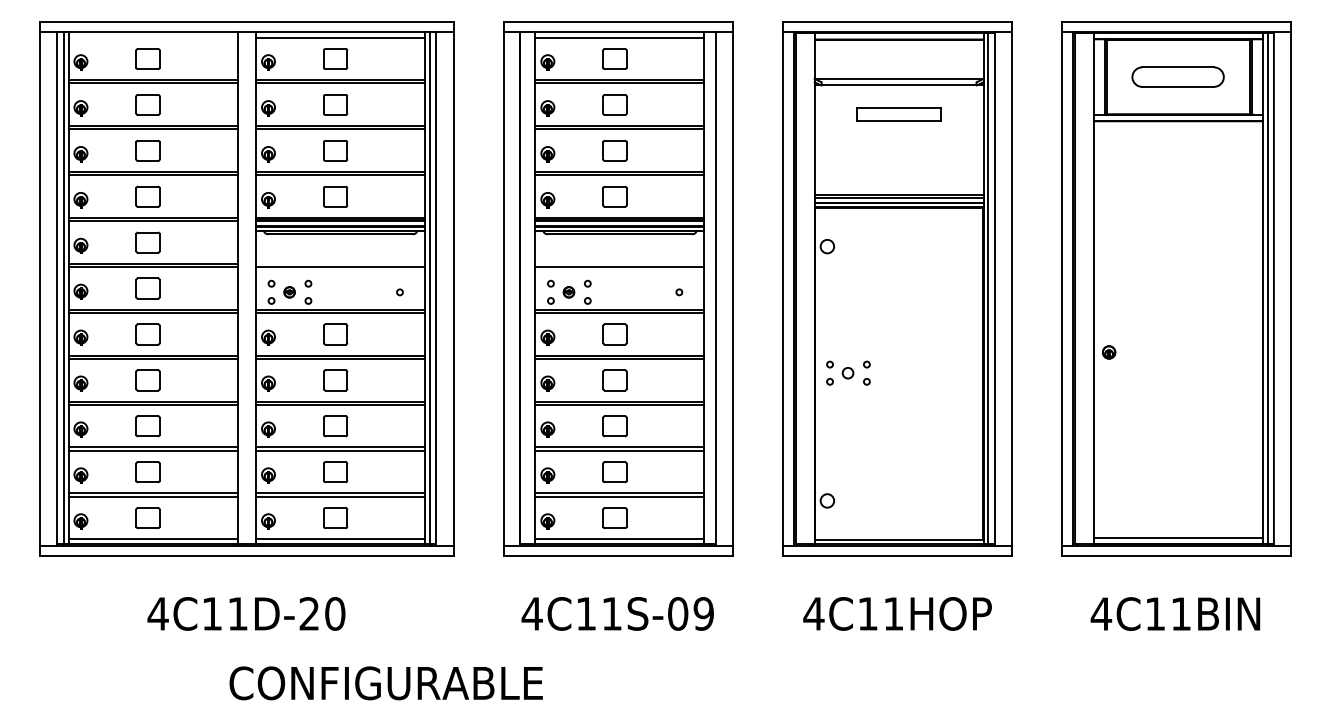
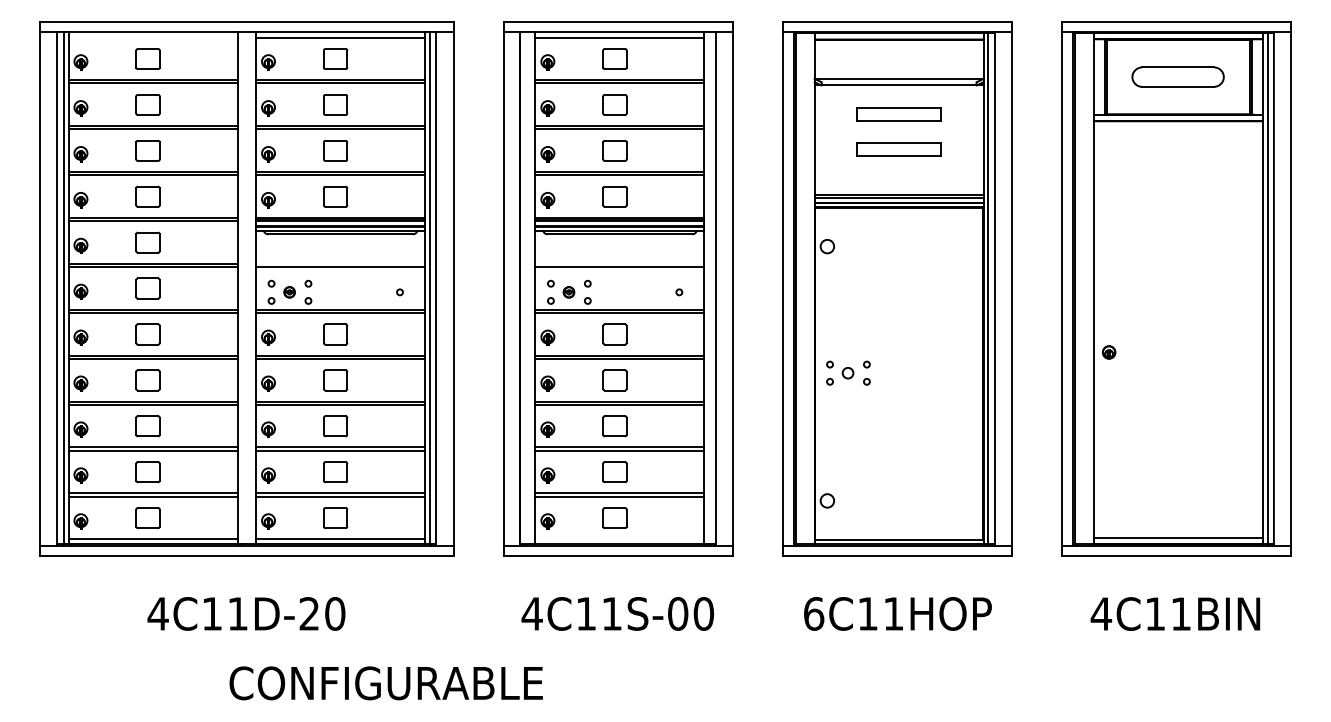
part at (898, 149): none -> present
line at (619, 539): present -> none
text at (703, 613): 4C11S-09 -> 4C11S-00
text at (813, 613): 4C11HOP -> 6C11HOP
